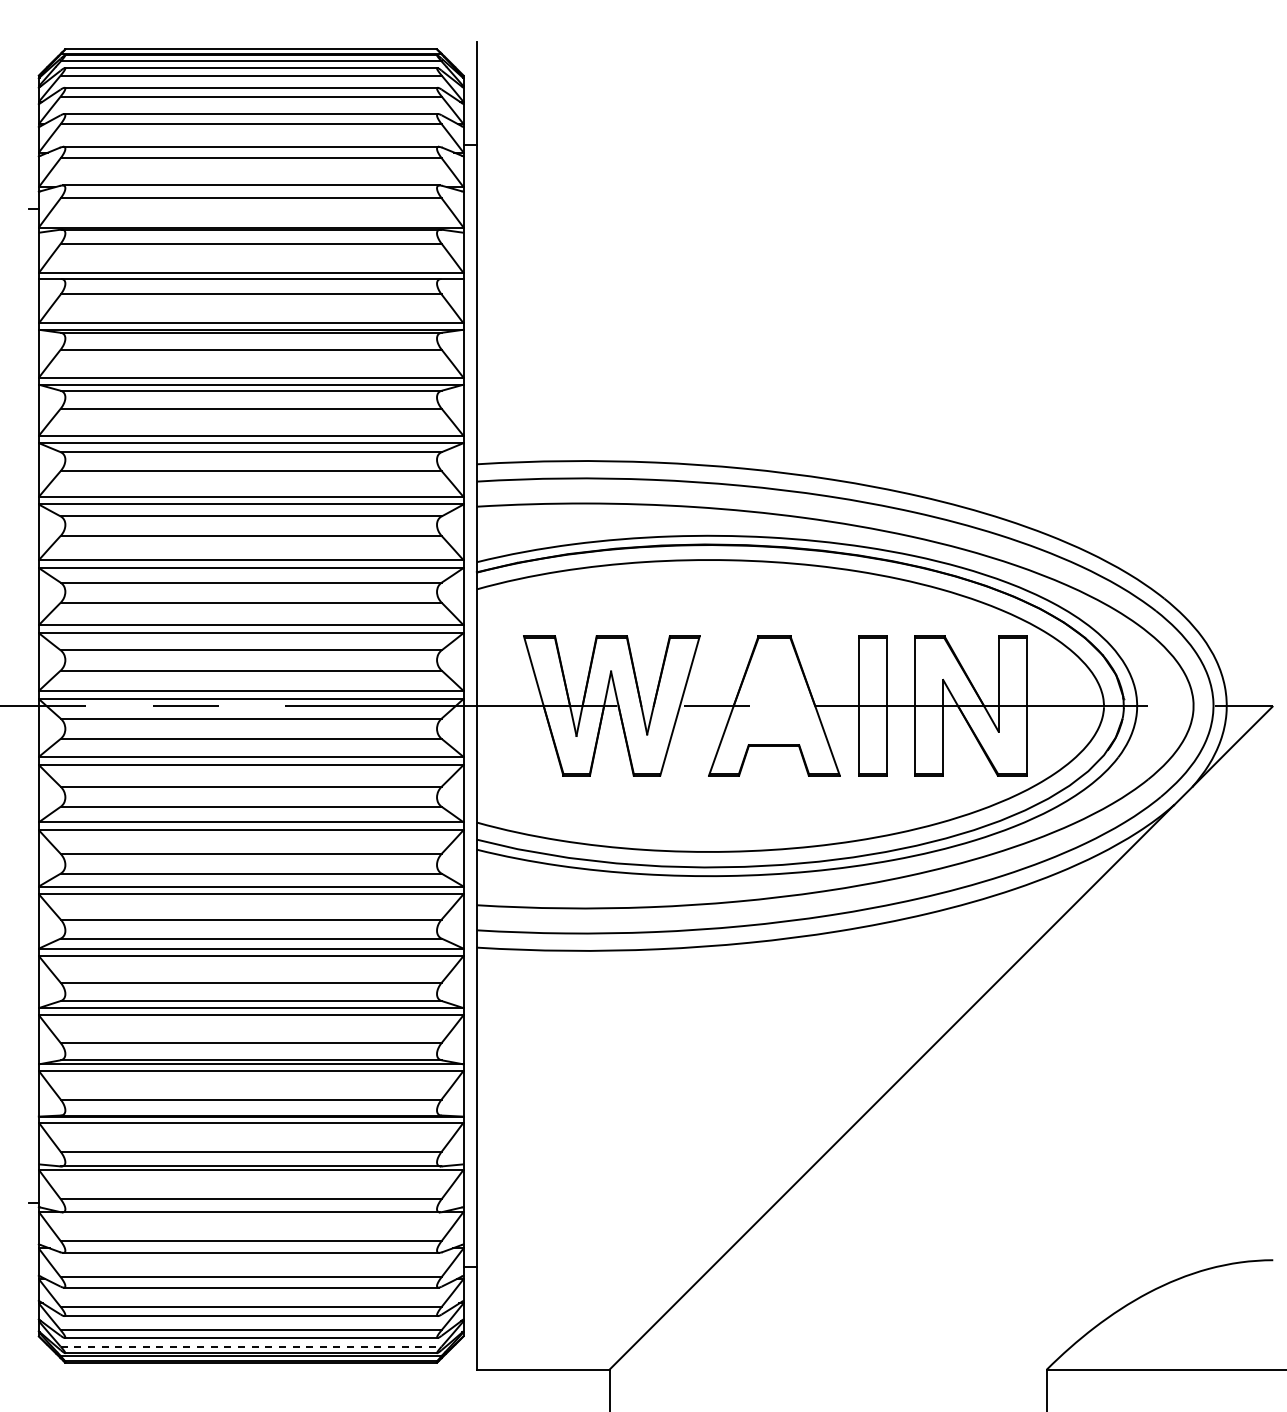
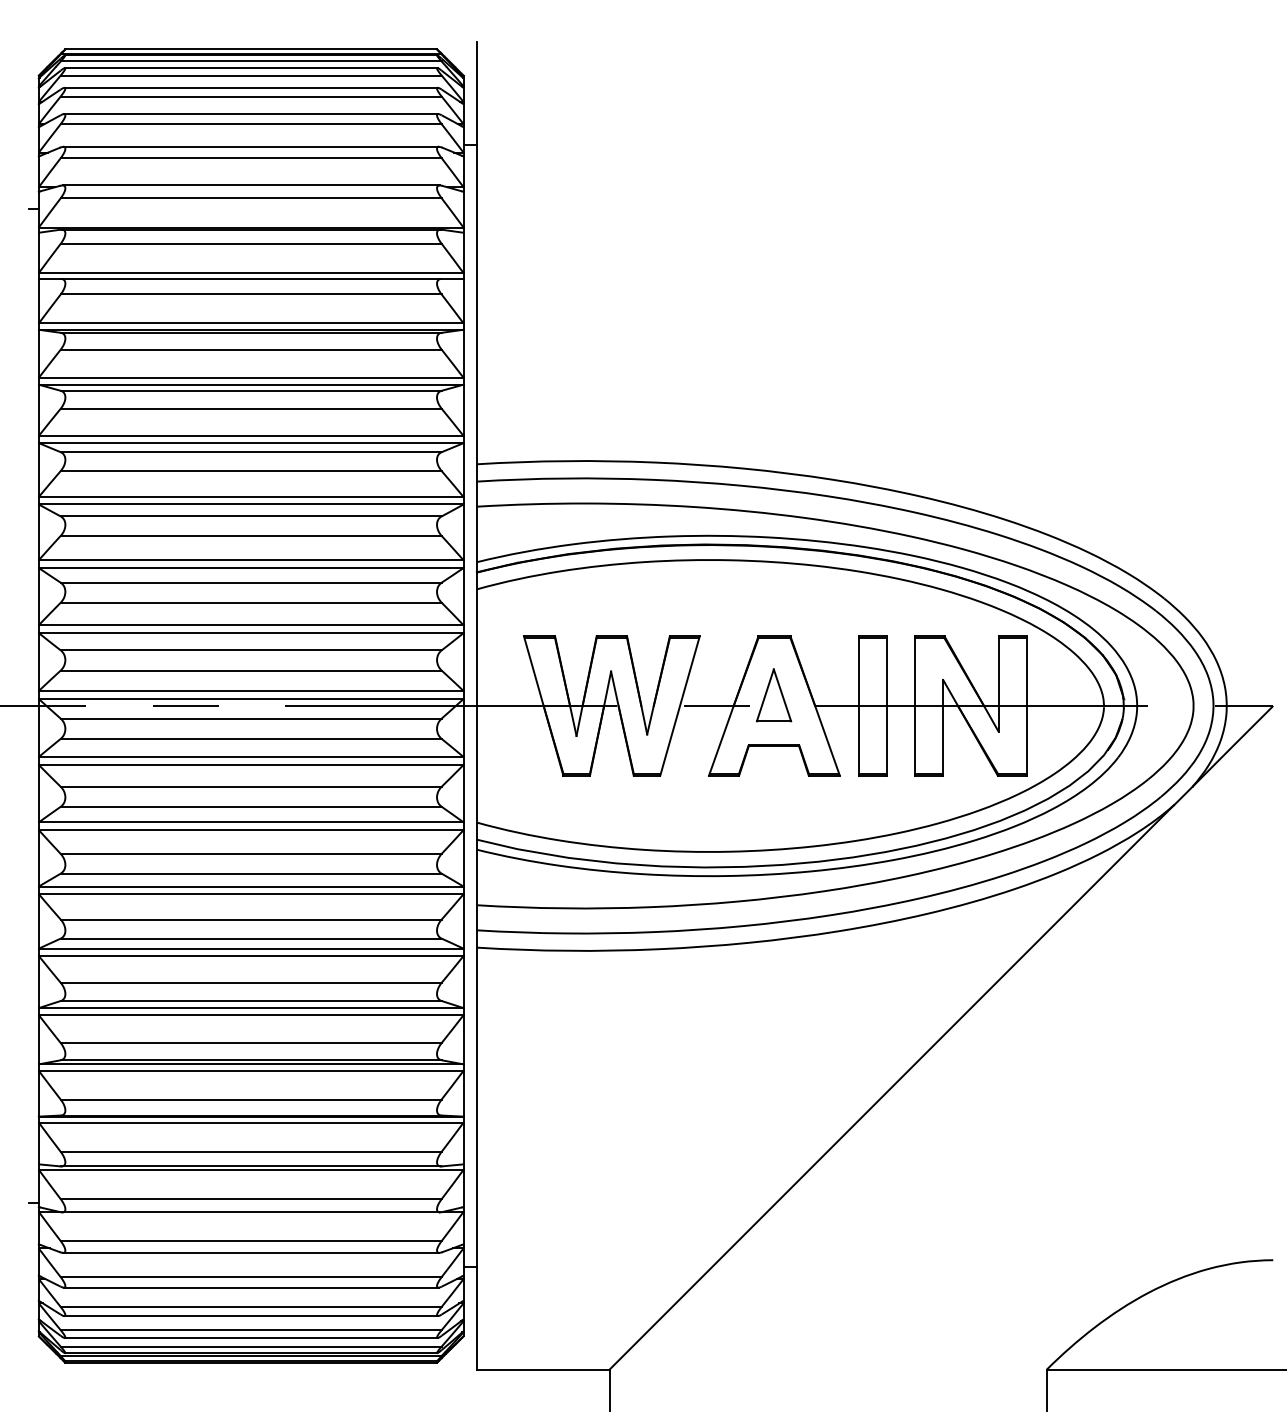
part at (773, 695): none -> present
line at (251, 1346): dashed -> solid
